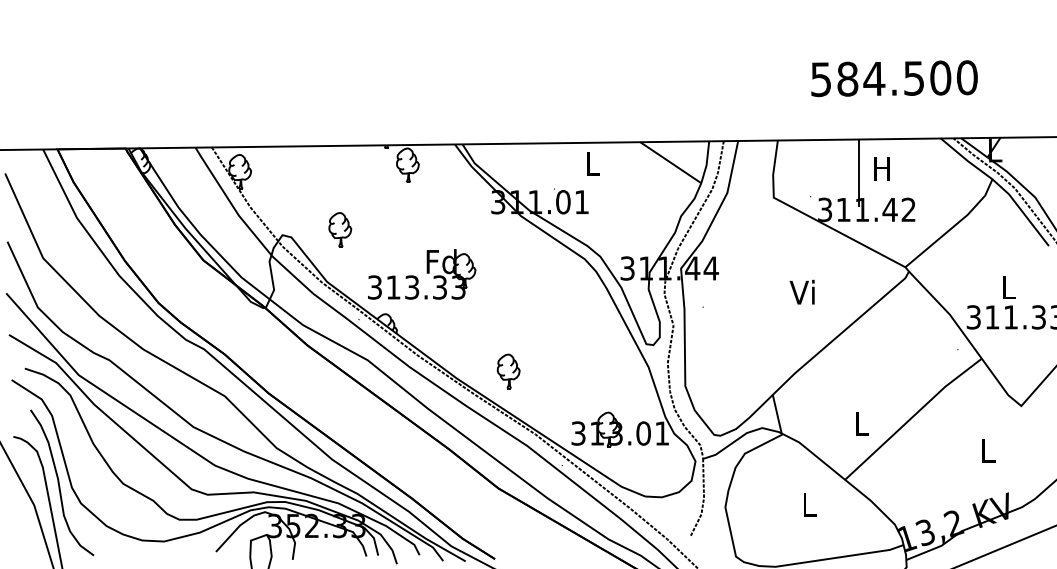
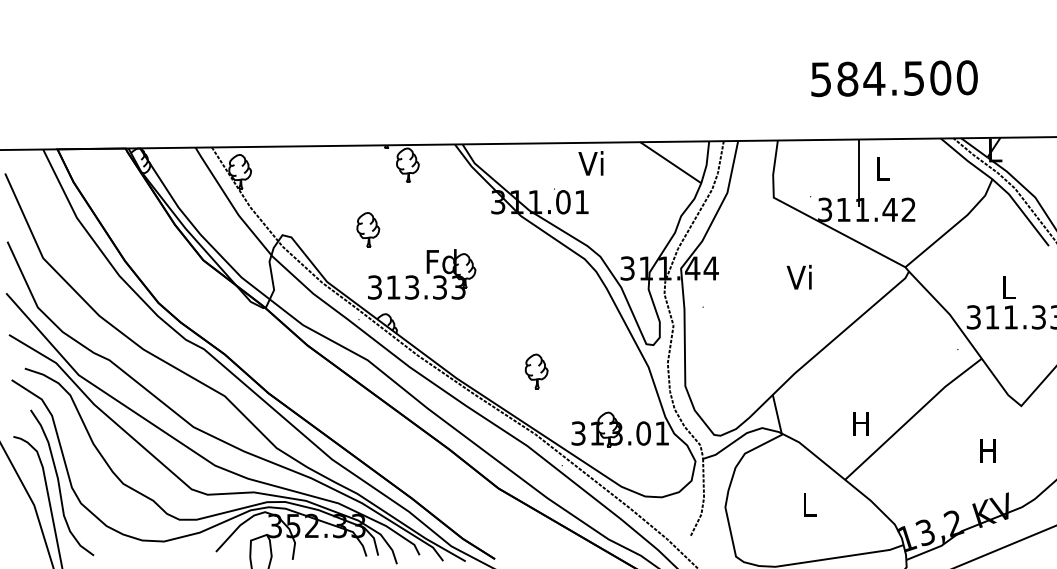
text at (590, 163): L -> Vi
text at (881, 168): H -> L
part at (340, 229) position: (340, 229) -> (368, 229)
text at (801, 291) position: (801, 291) -> (798, 276)
part at (508, 371) position: (508, 371) -> (536, 371)
text at (860, 423): L -> H
text at (987, 450): L -> H
